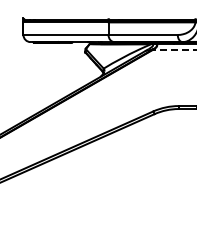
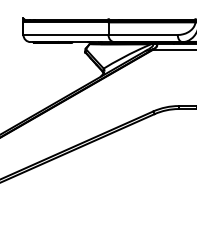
line at (174, 49): dashed -> solid
